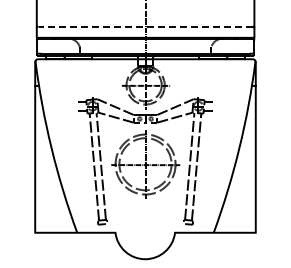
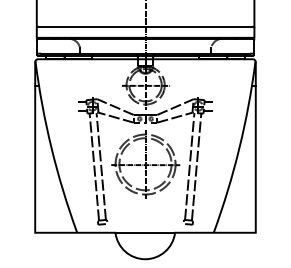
line at (145, 26): dashed -> solid
line at (145, 232): none -> present
